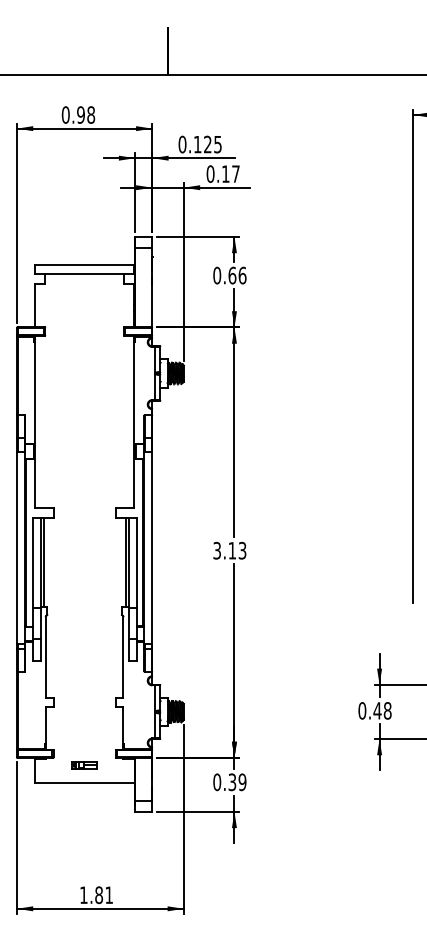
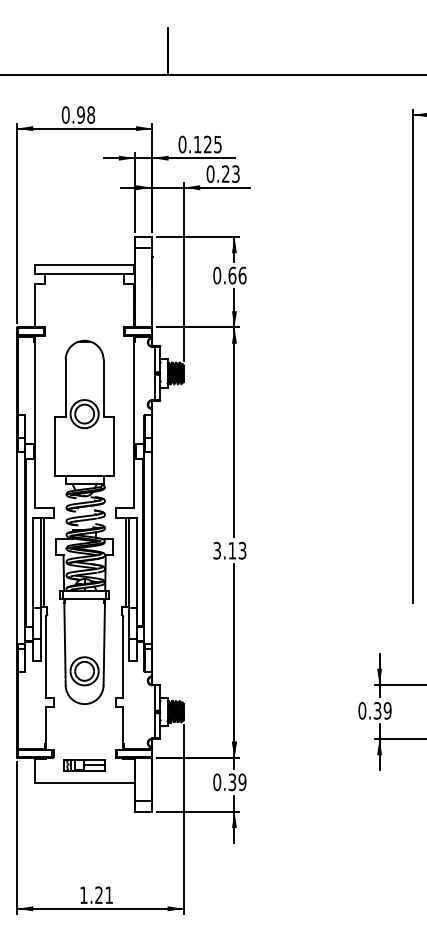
text at (230, 173): 0.17 -> 0.23
part at (84, 521): none -> present
text at (382, 710): 0.48 -> 0.39
part at (84, 765) size: 27x9 px -> 43x13 px
text at (98, 895): 1.81 -> 1.21
